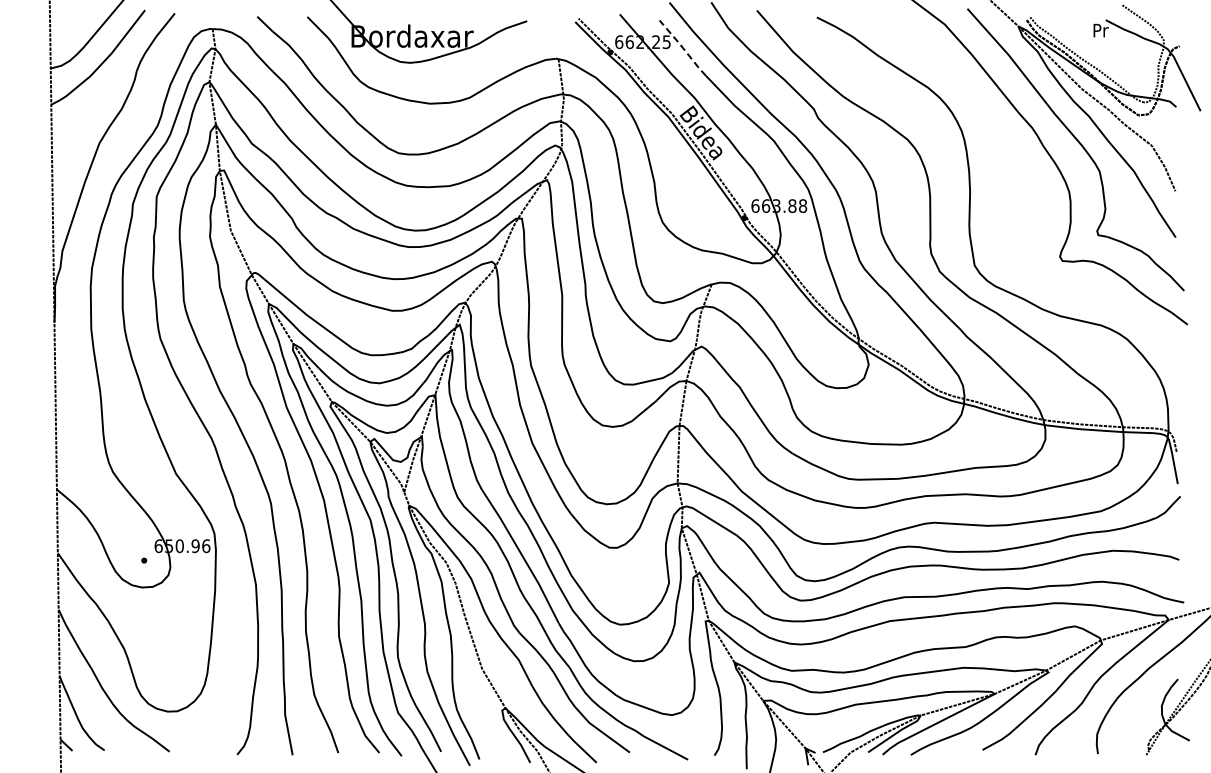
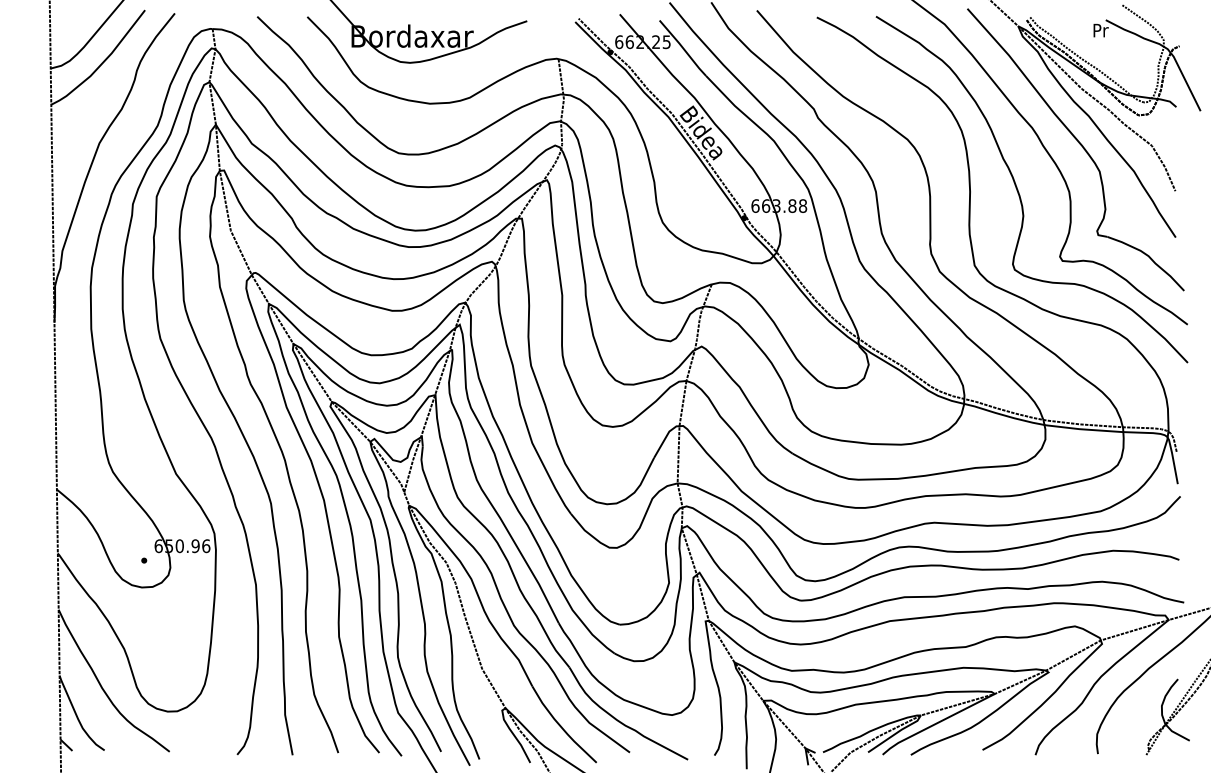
line at (682, 47): dashed -> solid
curve at (1019, 192): none -> present
